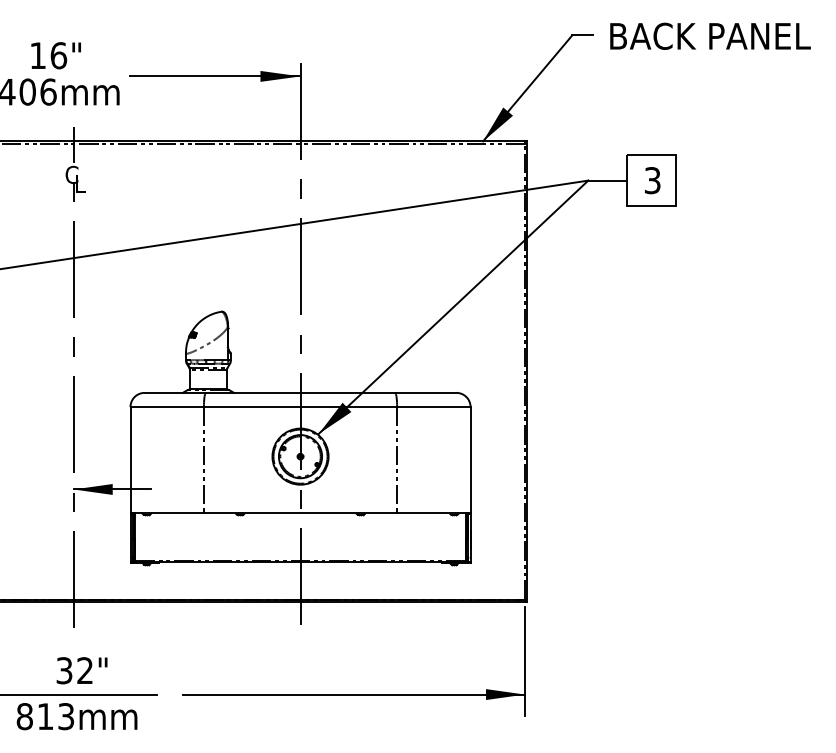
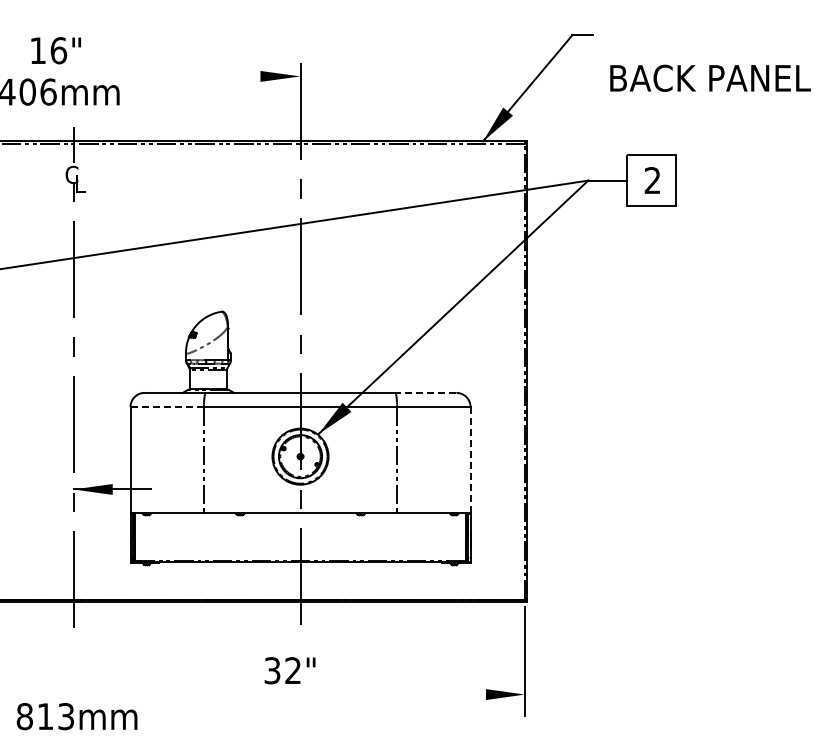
text at (710, 35) position: (710, 35) -> (710, 77)
text at (55, 55) position: (55, 55) -> (55, 50)
line at (214, 76): present -> none
text at (652, 180): 3 -> 2
line at (425, 392): solid -> dashed
line at (167, 407): solid -> dashed
line at (470, 459): solid -> dashed
text at (81, 670) position: (81, 670) -> (289, 670)
line at (79, 694): present -> none
line at (353, 694): present -> none
